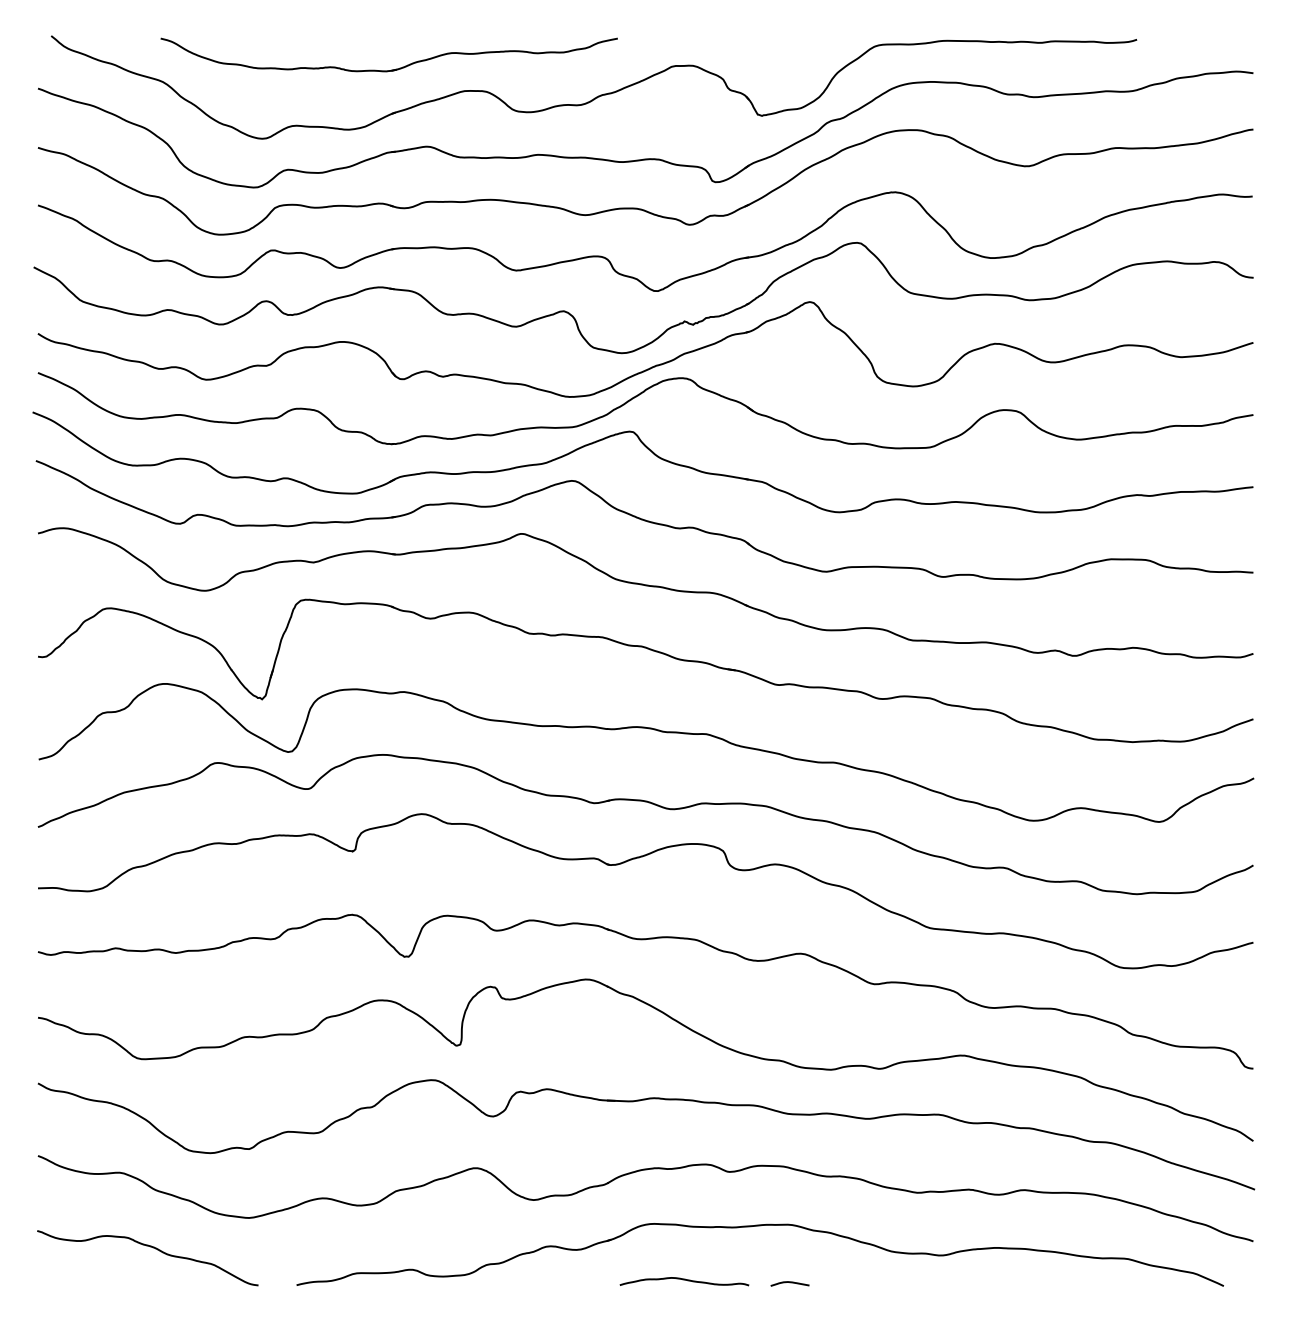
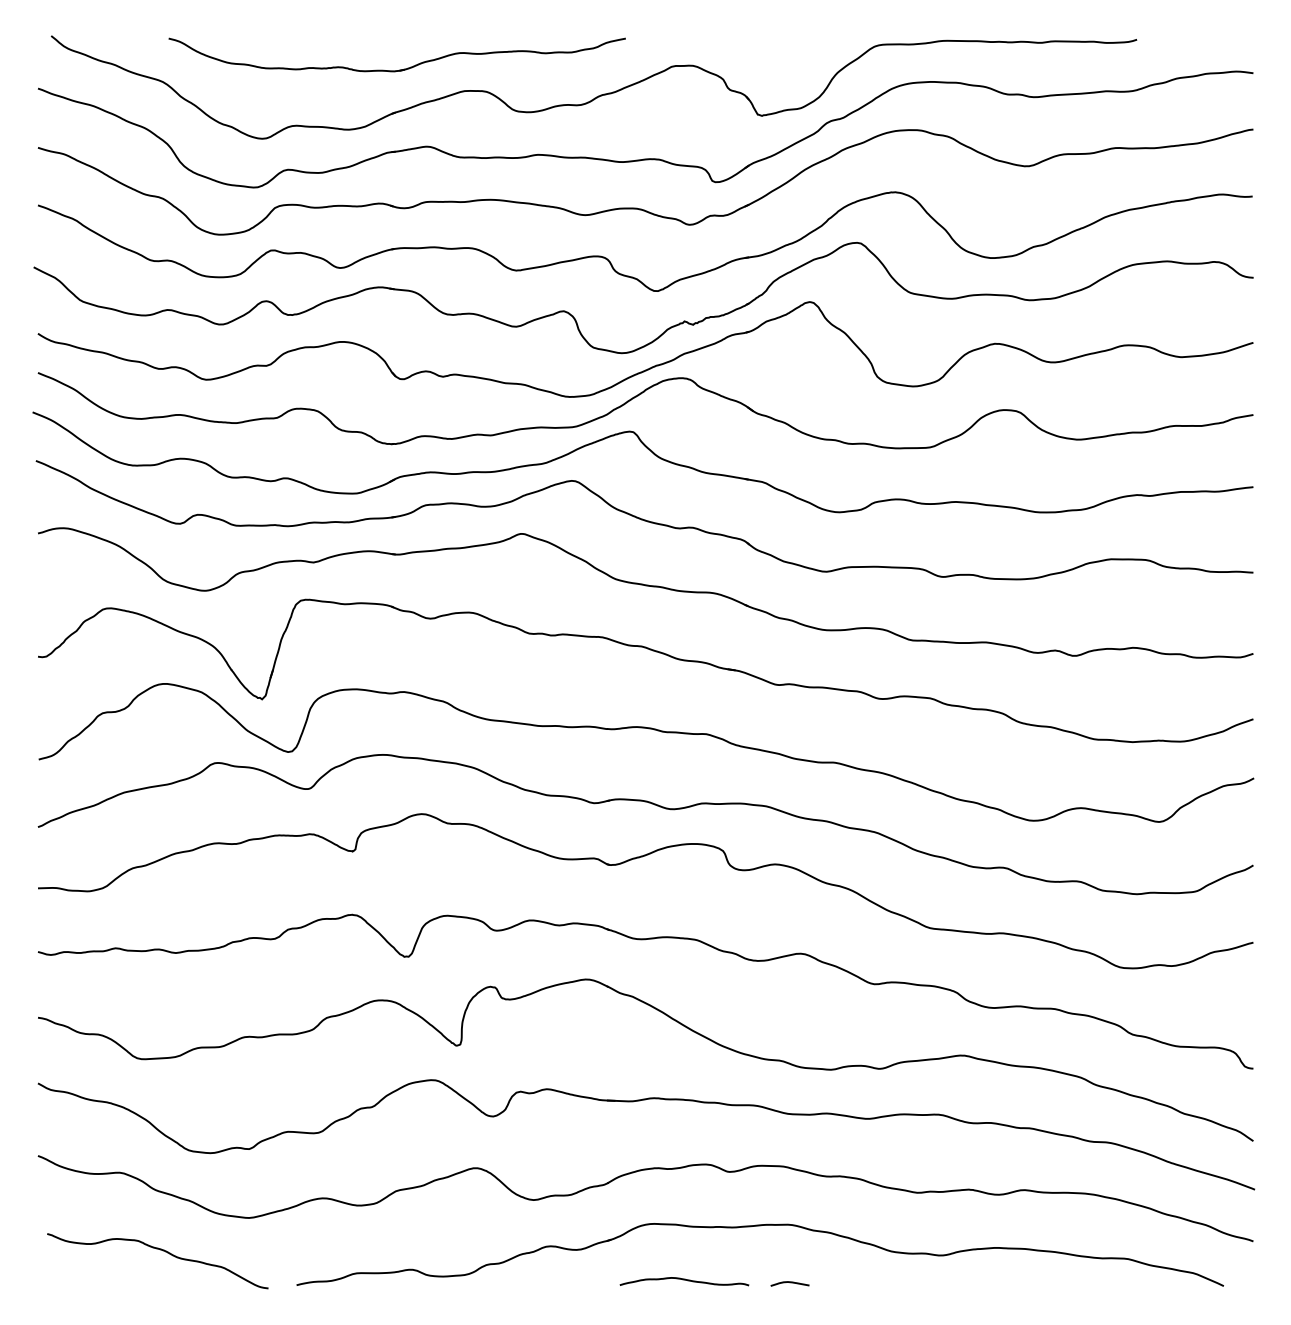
part at (391, 69) position: (391, 69) -> (399, 69)
curve at (150, 1247) position: (150, 1247) -> (160, 1250)
